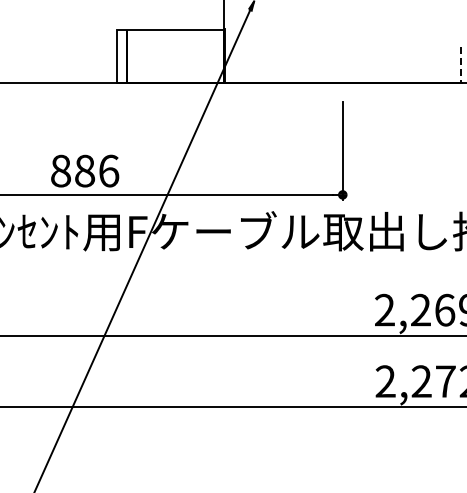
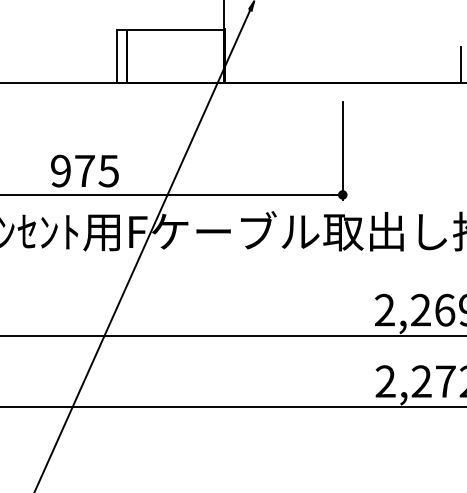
line at (460, 64): dashed -> solid
text at (85, 170): 886 -> 975
